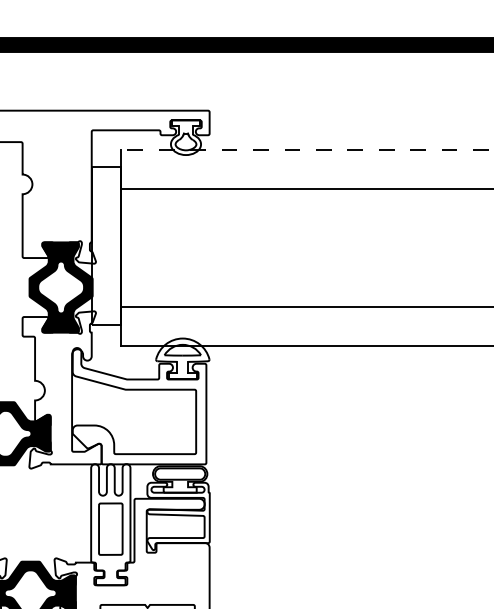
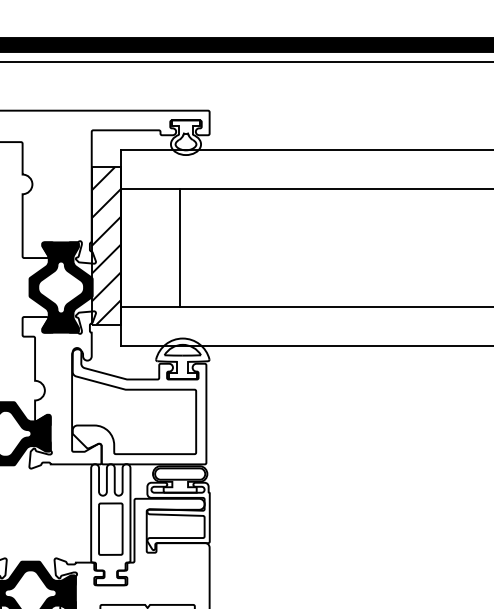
line at (246, 61): none -> present
line at (306, 149): dashed -> solid
hatch at (106, 245): none -> present
line at (180, 248): none -> present
